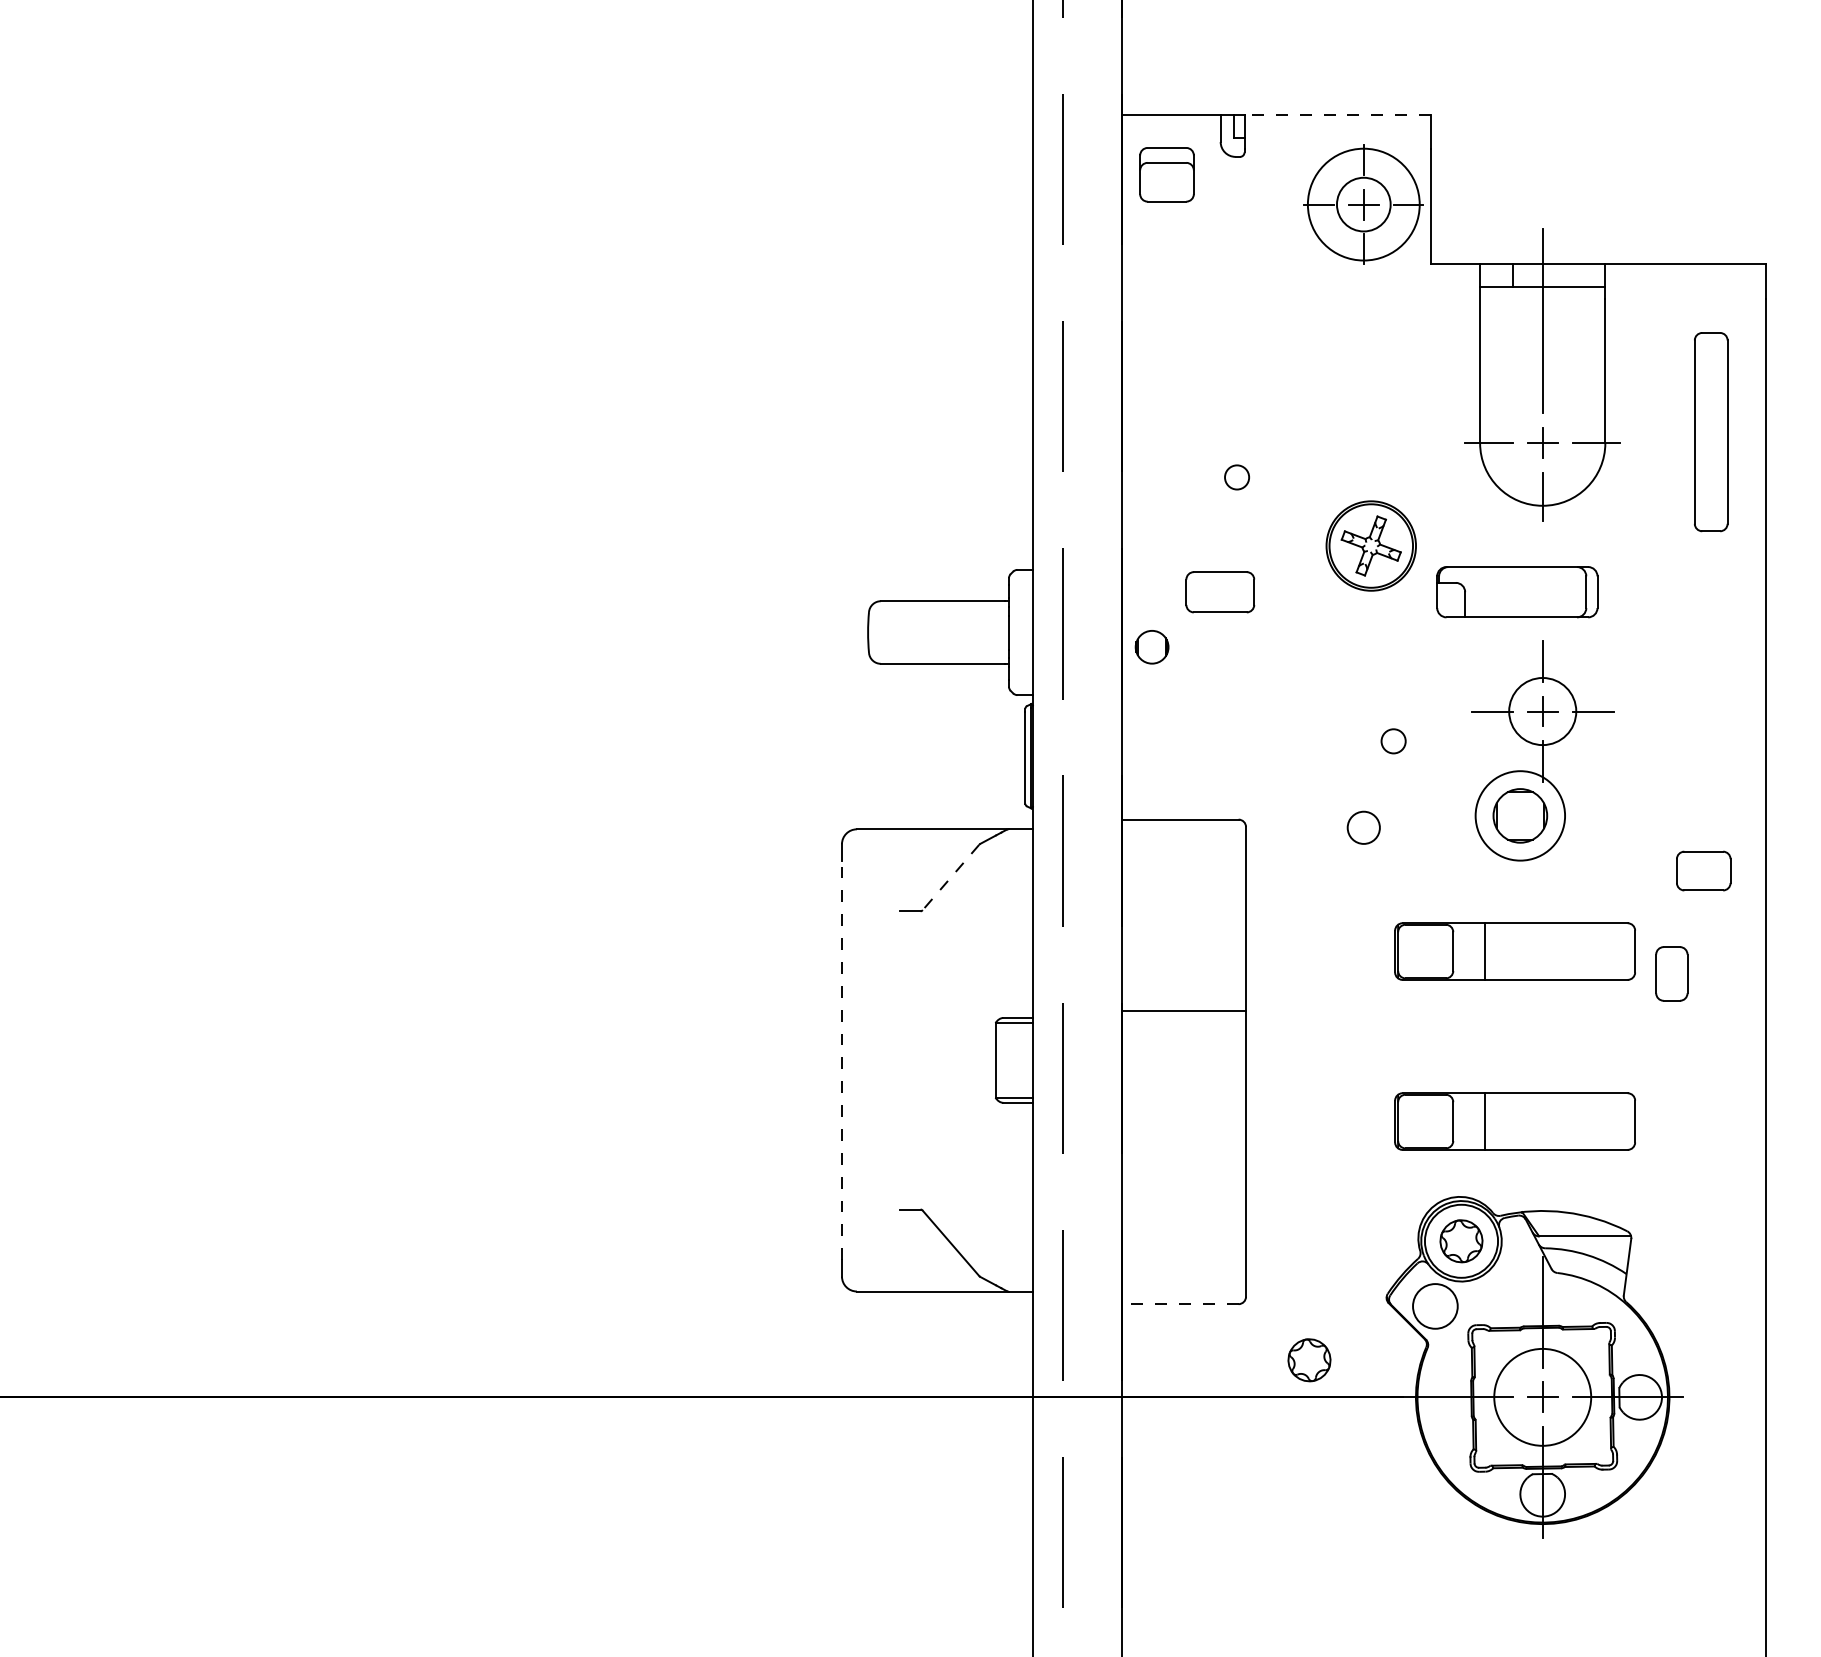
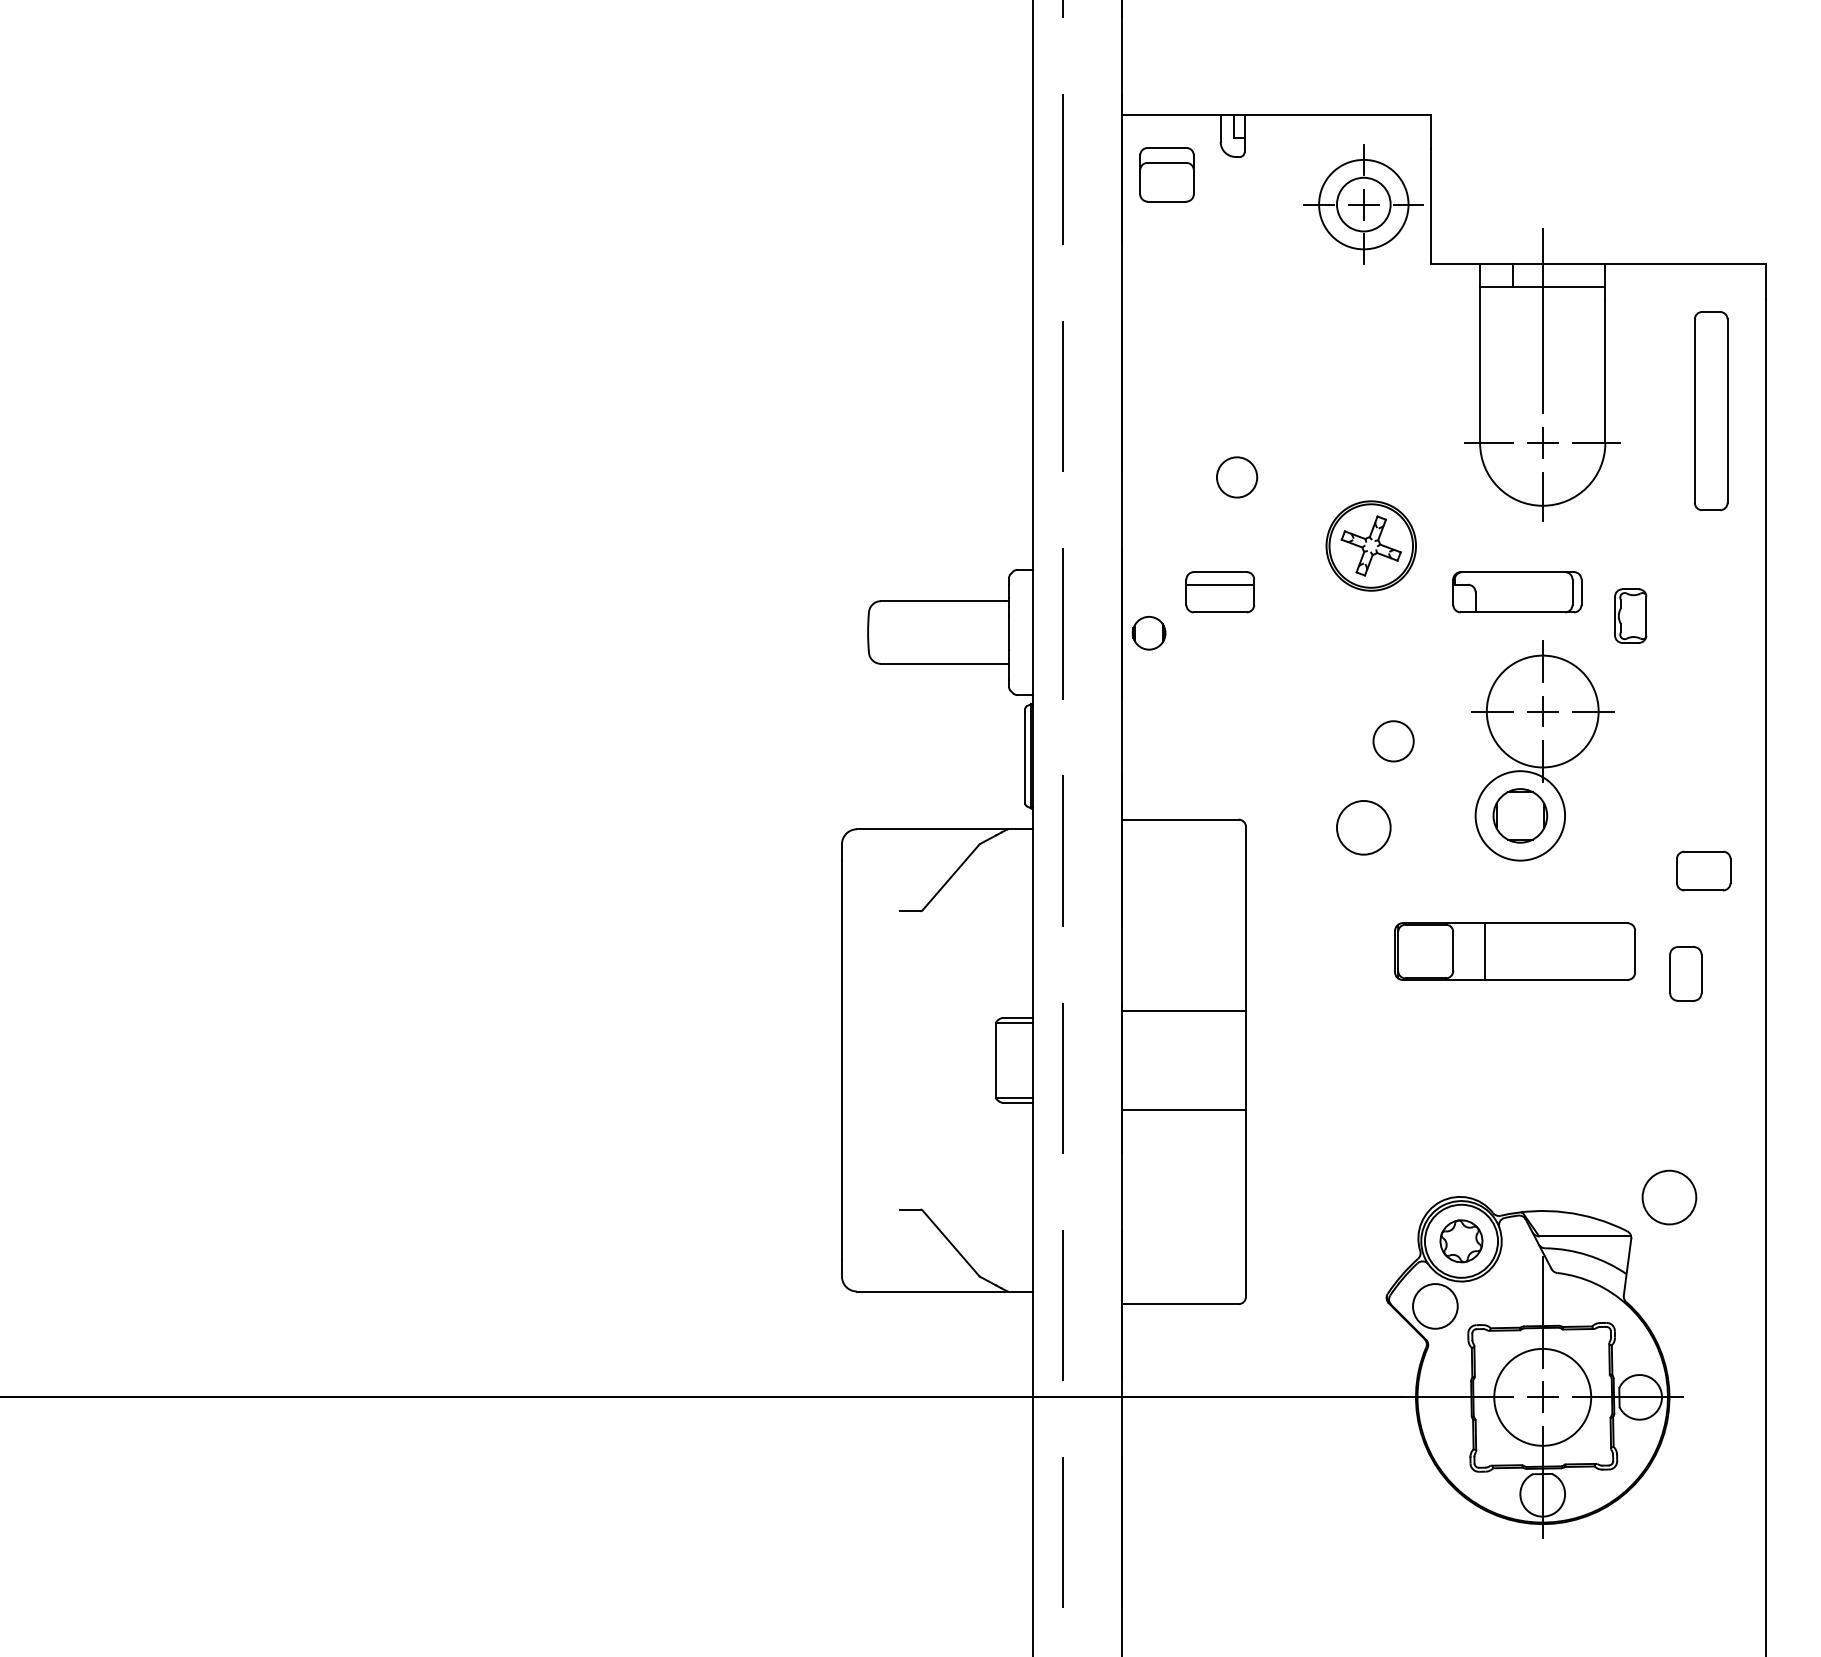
line at (1337, 115): dashed -> solid
circle at (1363, 204) diameter: 112 px -> 89 px
part at (1711, 432) position: (1711, 432) -> (1711, 411)
circle at (1237, 477) diameter: 24 px -> 40 px
line at (1220, 584): none -> present
part at (1517, 592) size: 163x53 px -> 131x43 px
part at (1630, 615): none -> present
part at (1151, 647) position: (1151, 647) -> (1148, 633)
circle at (1542, 711) diameter: 67 px -> 112 px
circle at (1393, 741) diameter: 24 px -> 40 px
circle at (1363, 827) diameter: 32 px -> 54 px
line at (950, 877): dashed -> solid
part at (1671, 973) position: (1671, 973) -> (1685, 973)
line at (841, 1060): dashed -> solid
line at (1184, 1109): none -> present
part at (1514, 1121): present -> none
circle at (1669, 1197): none -> present
line at (1179, 1304): dashed -> solid
part at (1309, 1360): present -> none
